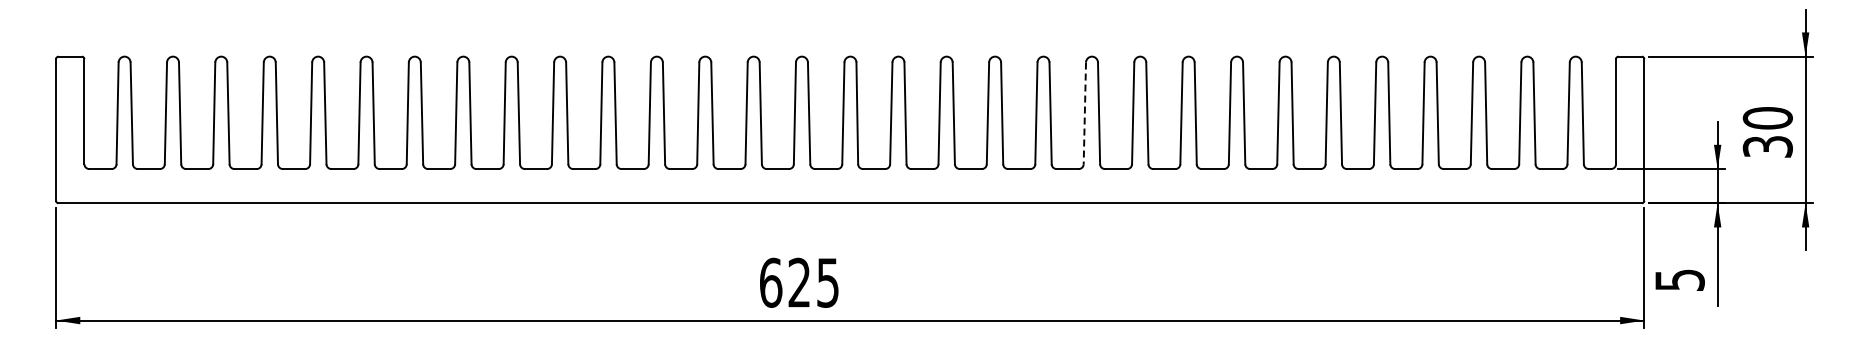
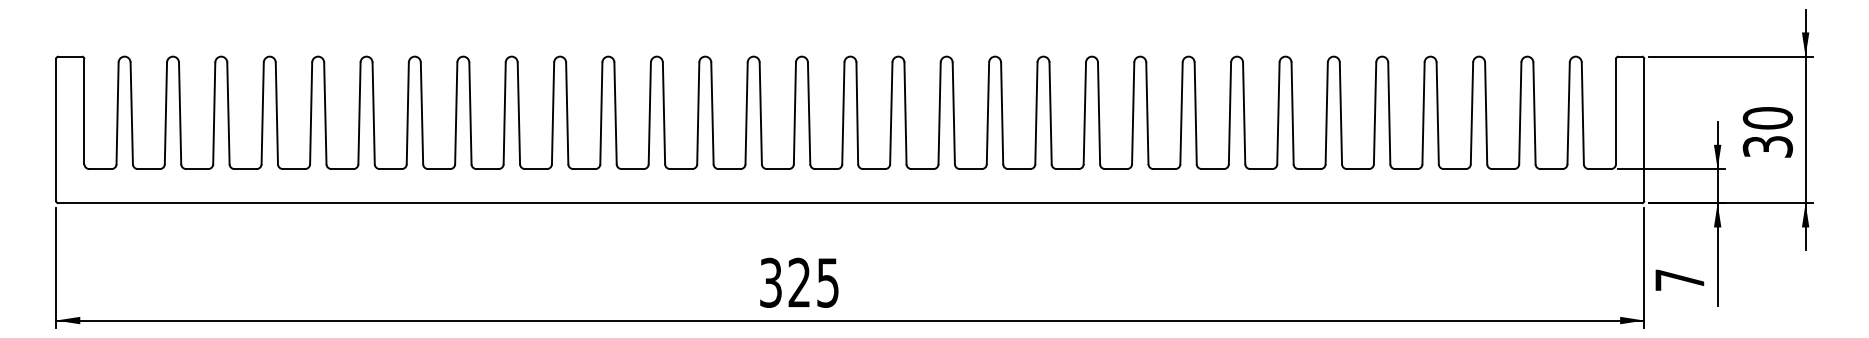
line at (1084, 113): dashed -> solid
text at (1679, 279): 5 -> 7
text at (771, 282): 625 -> 325
